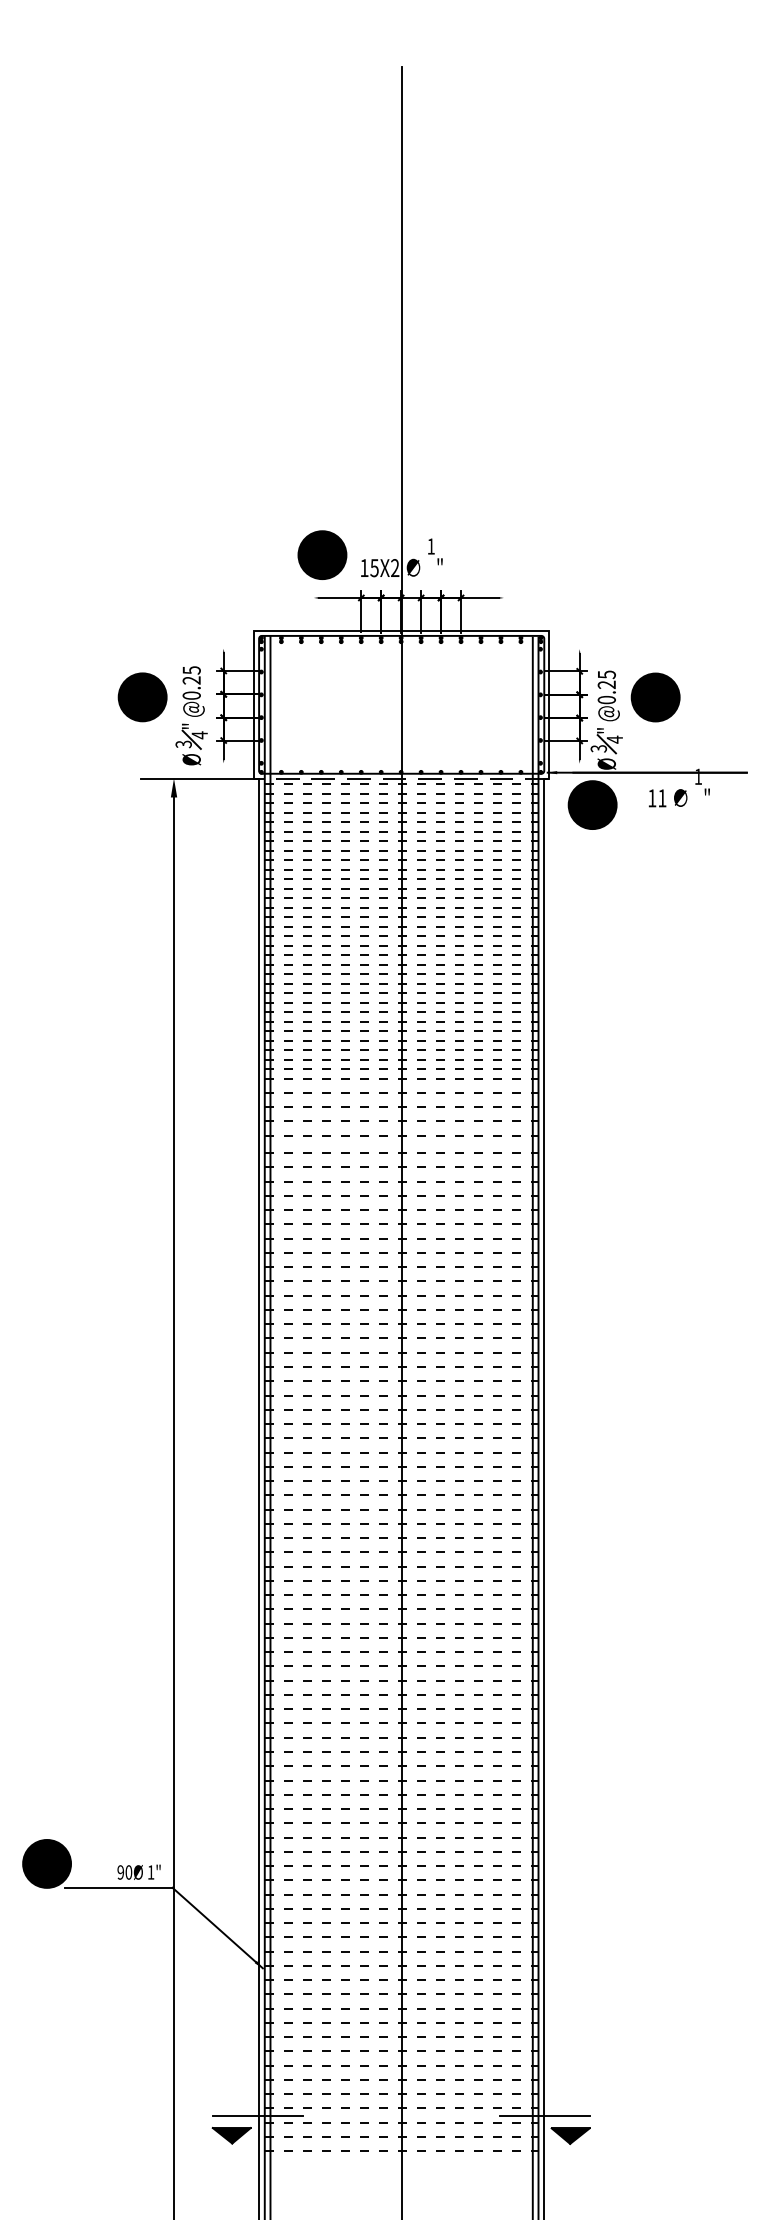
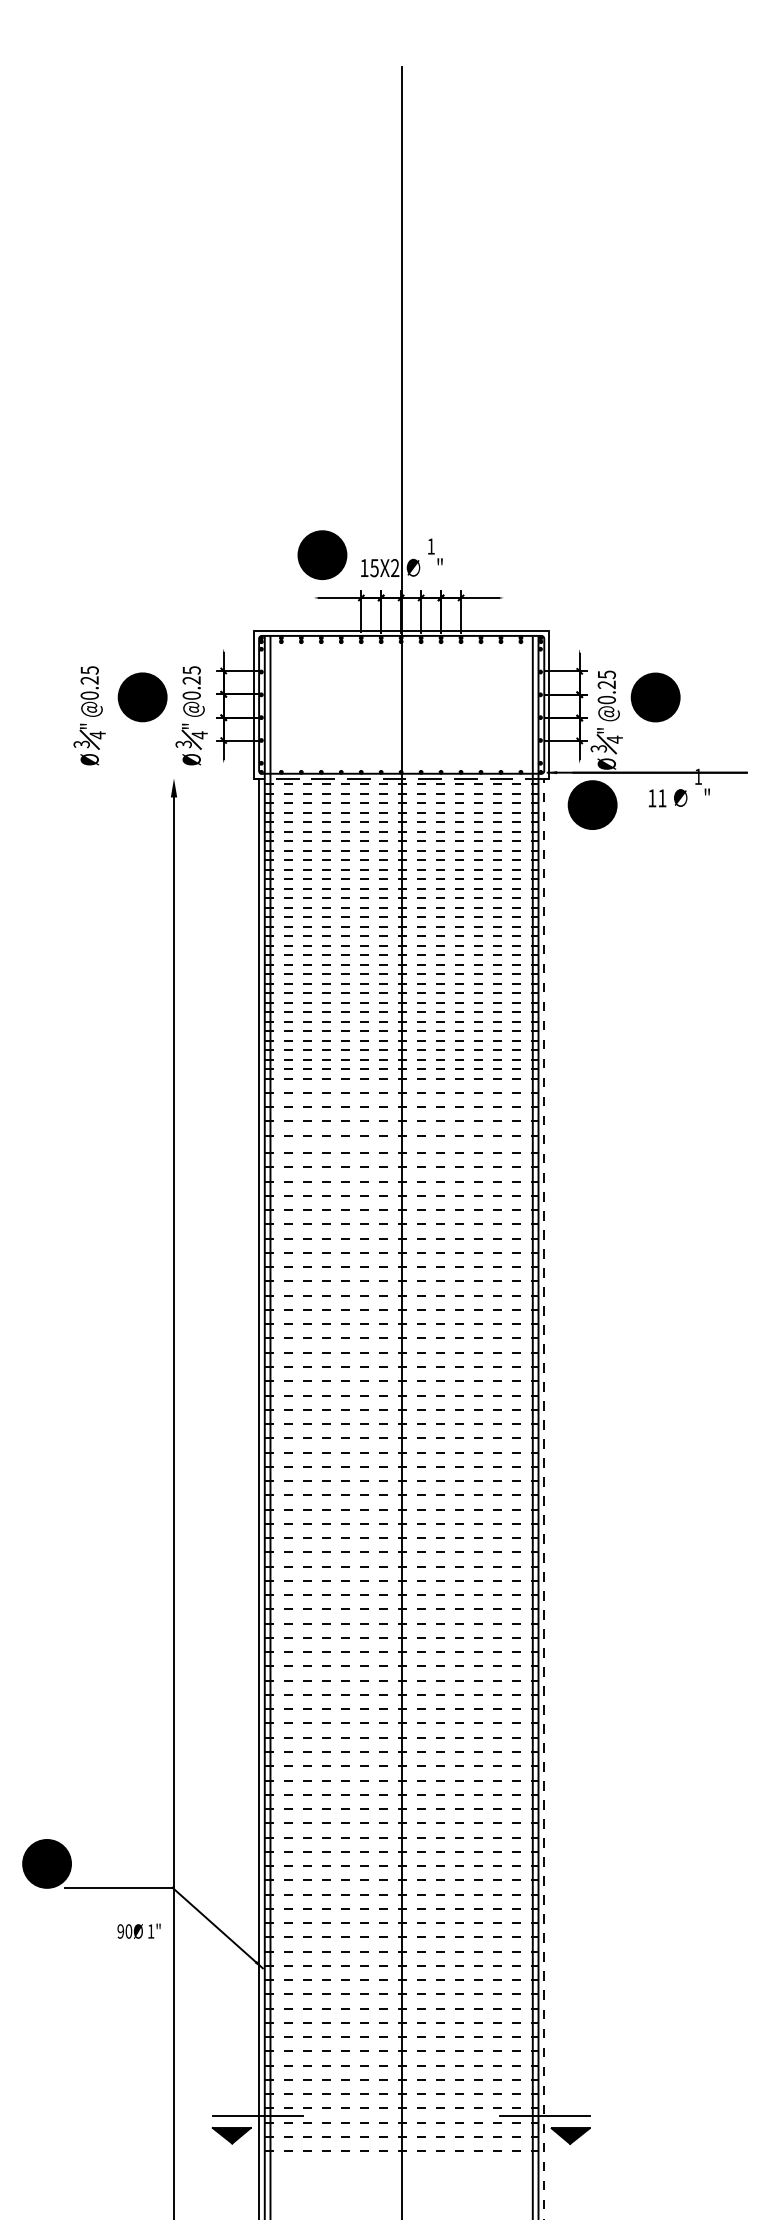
part at (89, 715): none -> present
line at (197, 778): present -> none
line at (544, 1498): solid -> dashed
text at (138, 1871) position: (138, 1871) -> (138, 1930)
